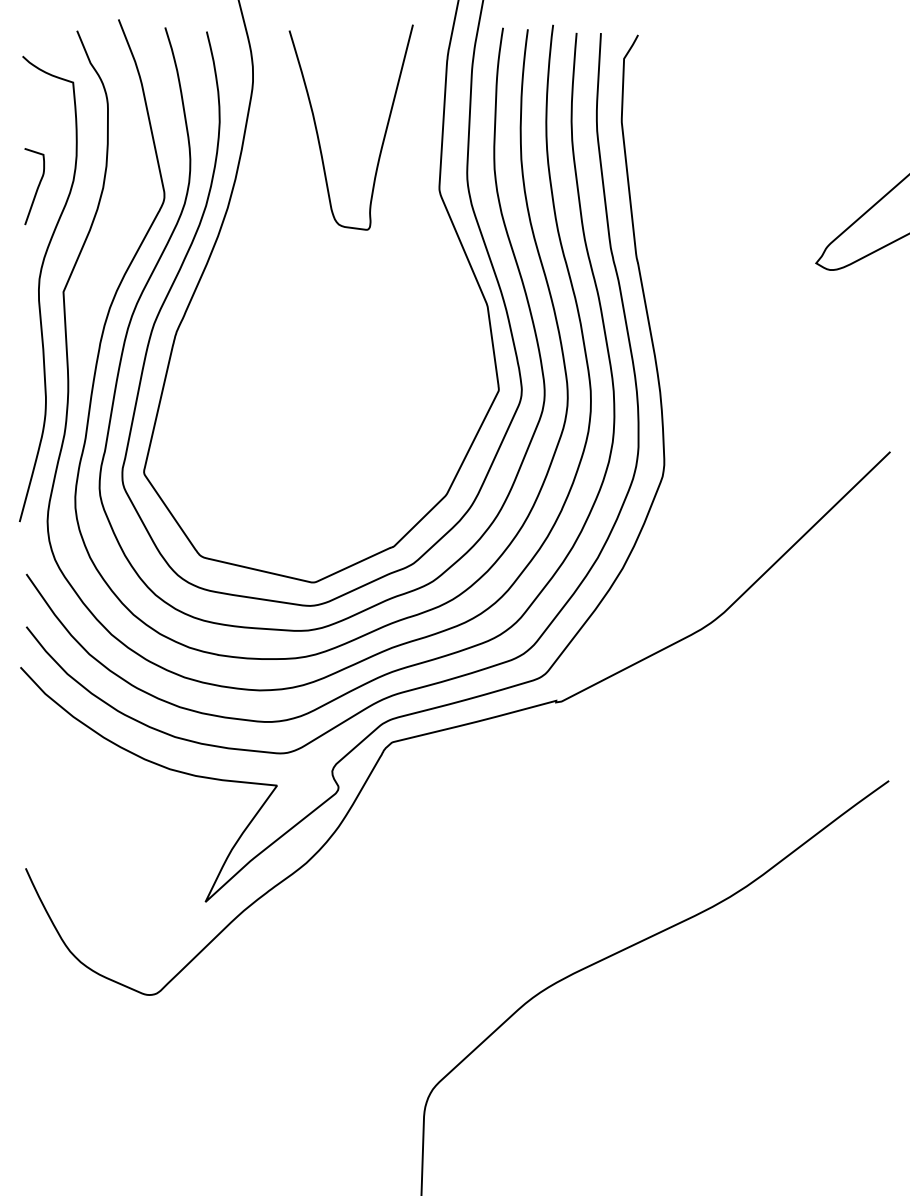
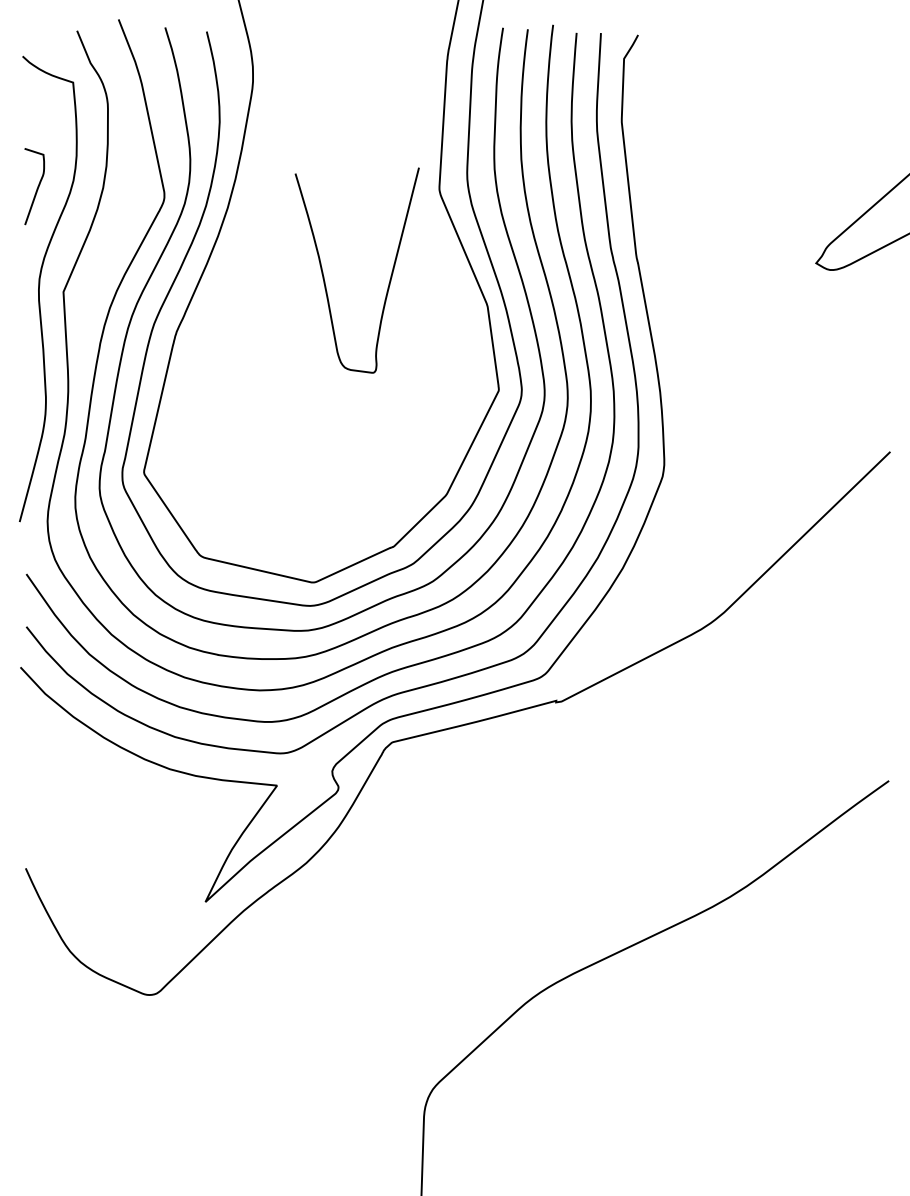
curve at (318, 133) position: (318, 133) -> (324, 276)
